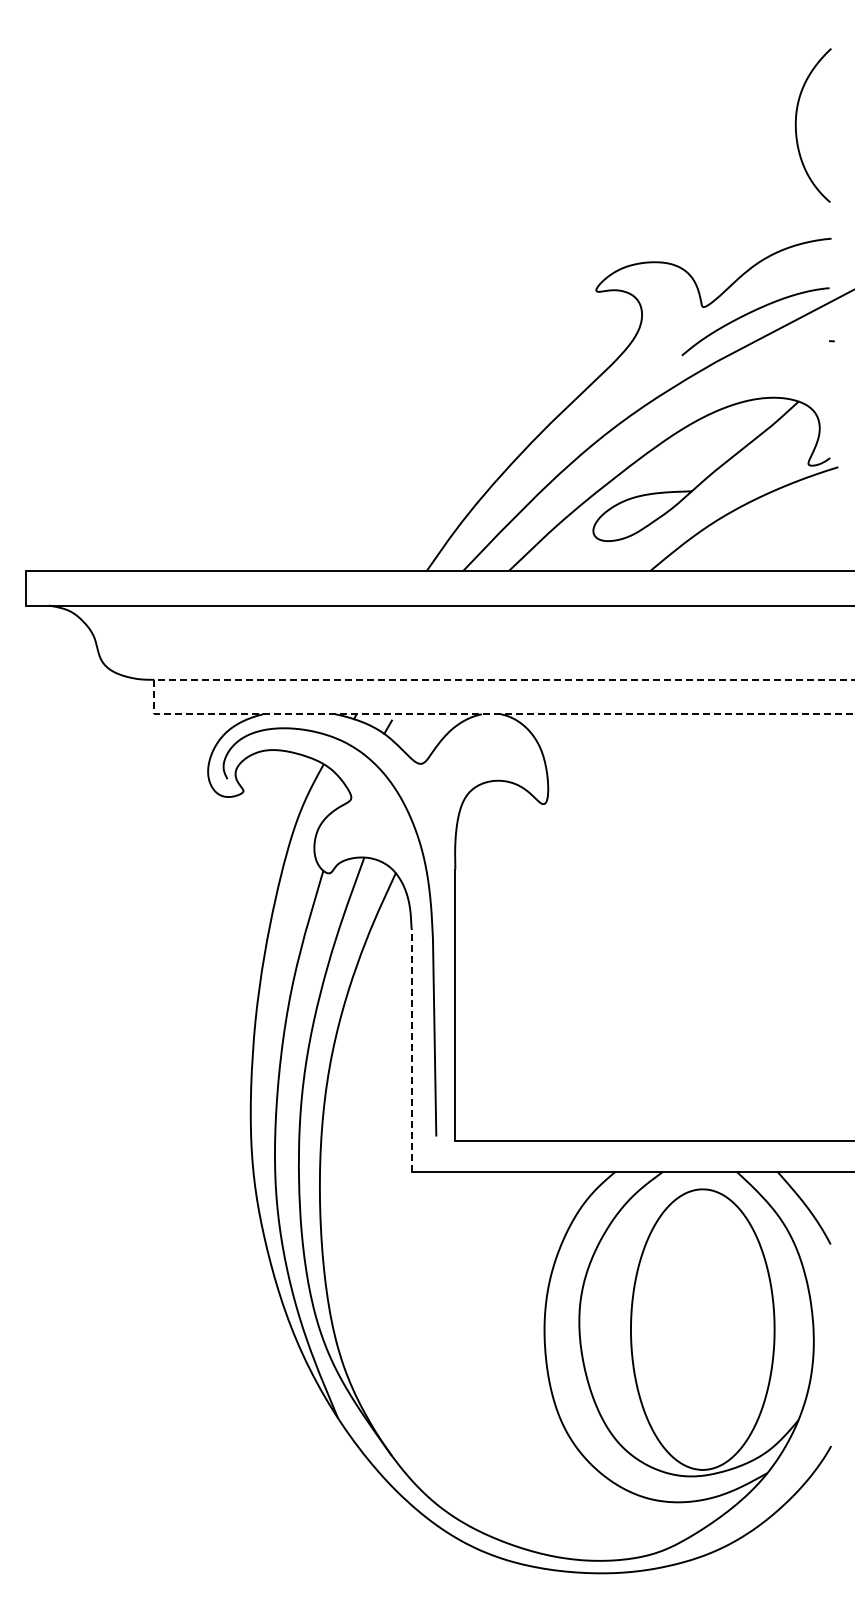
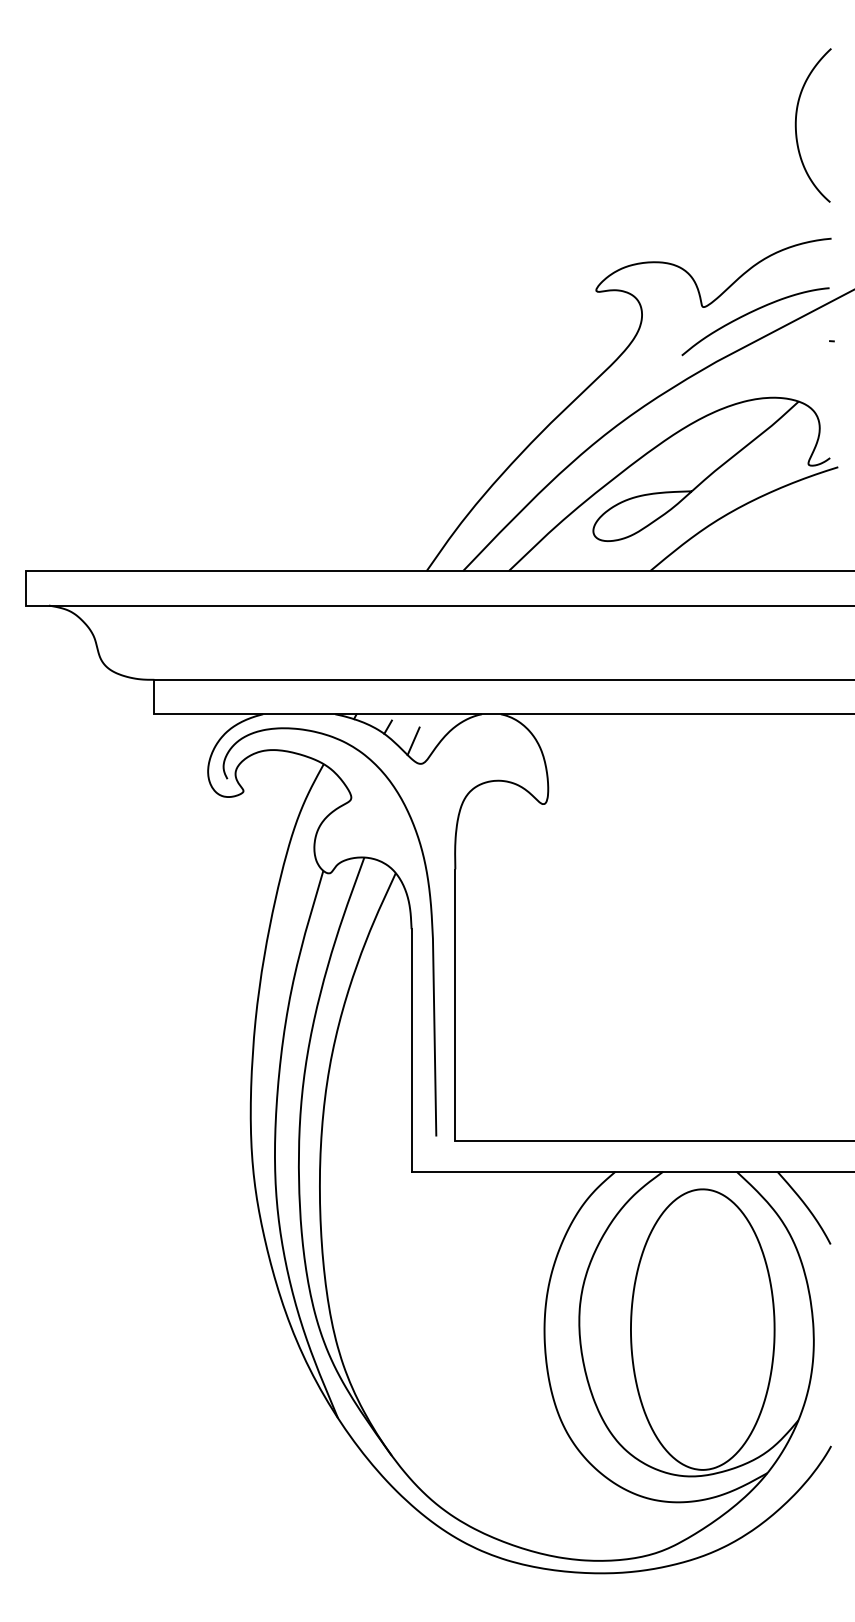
line at (154, 697): dashed -> solid
line at (413, 741): none -> present
line at (411, 1049): dashed -> solid
